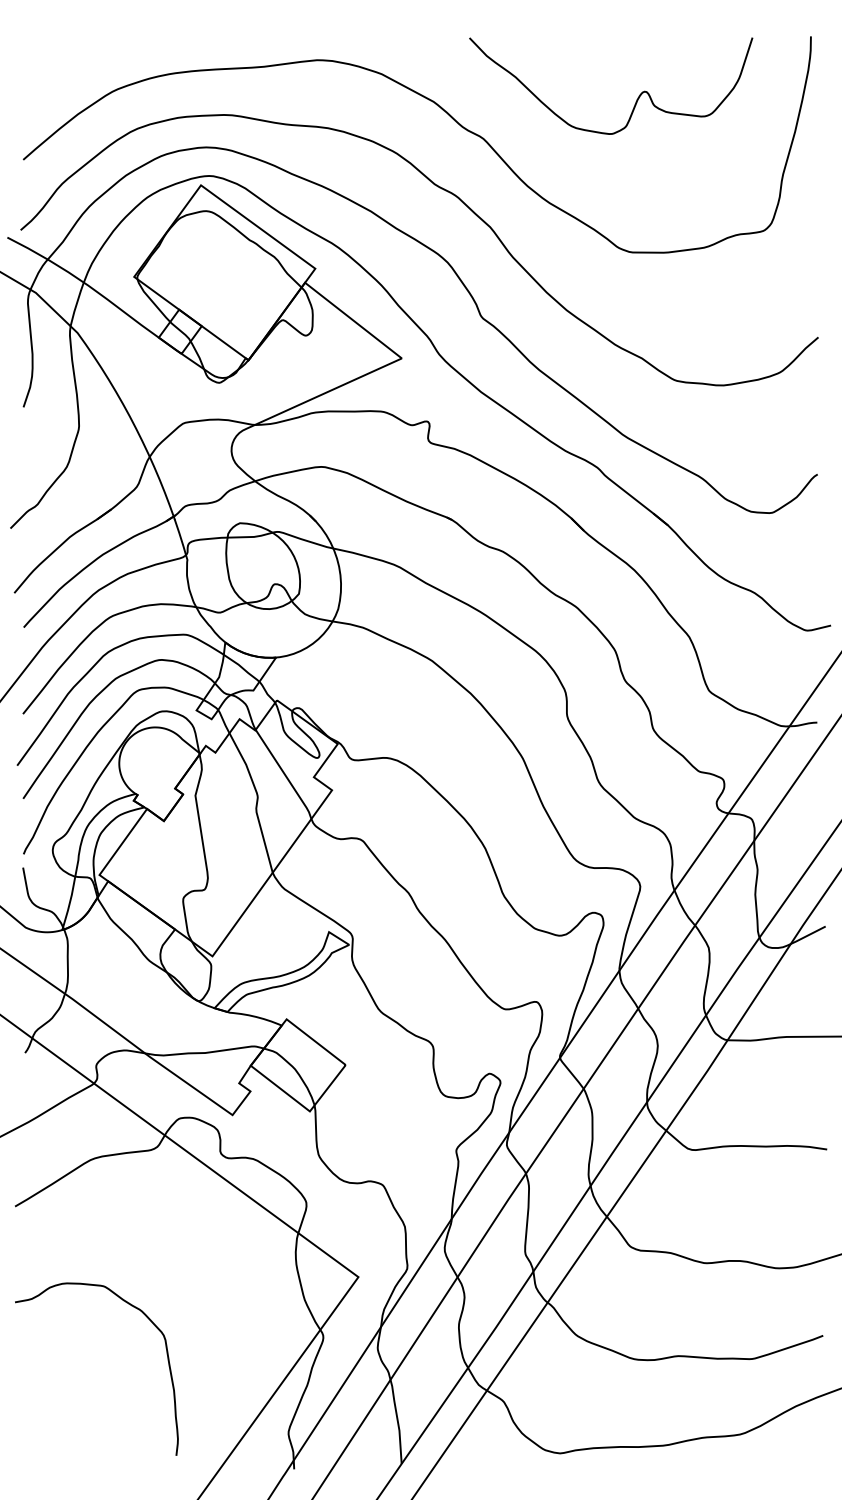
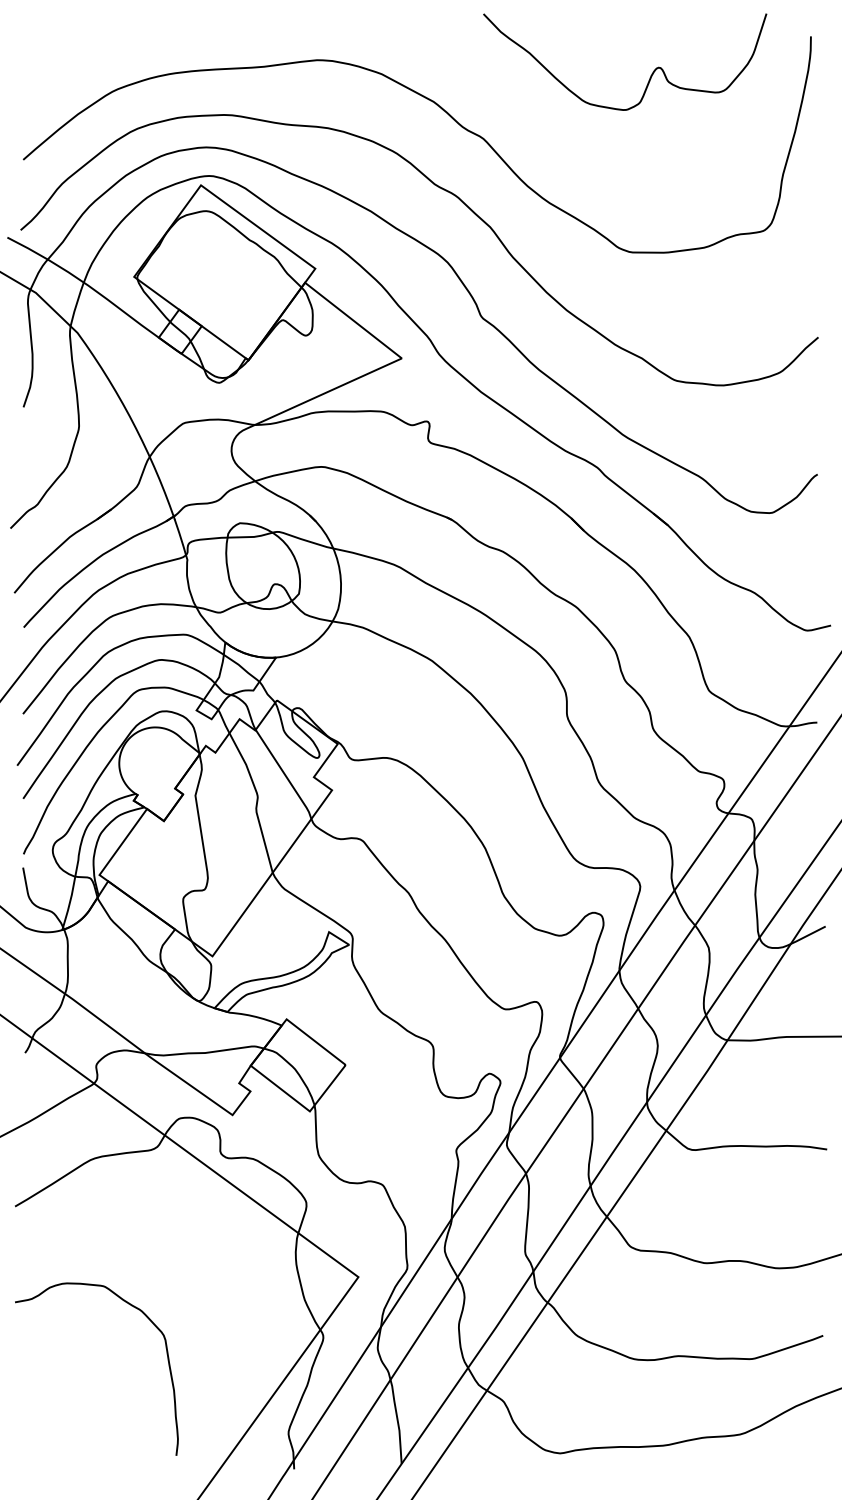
curve at (637, 97) position: (637, 97) -> (651, 73)
